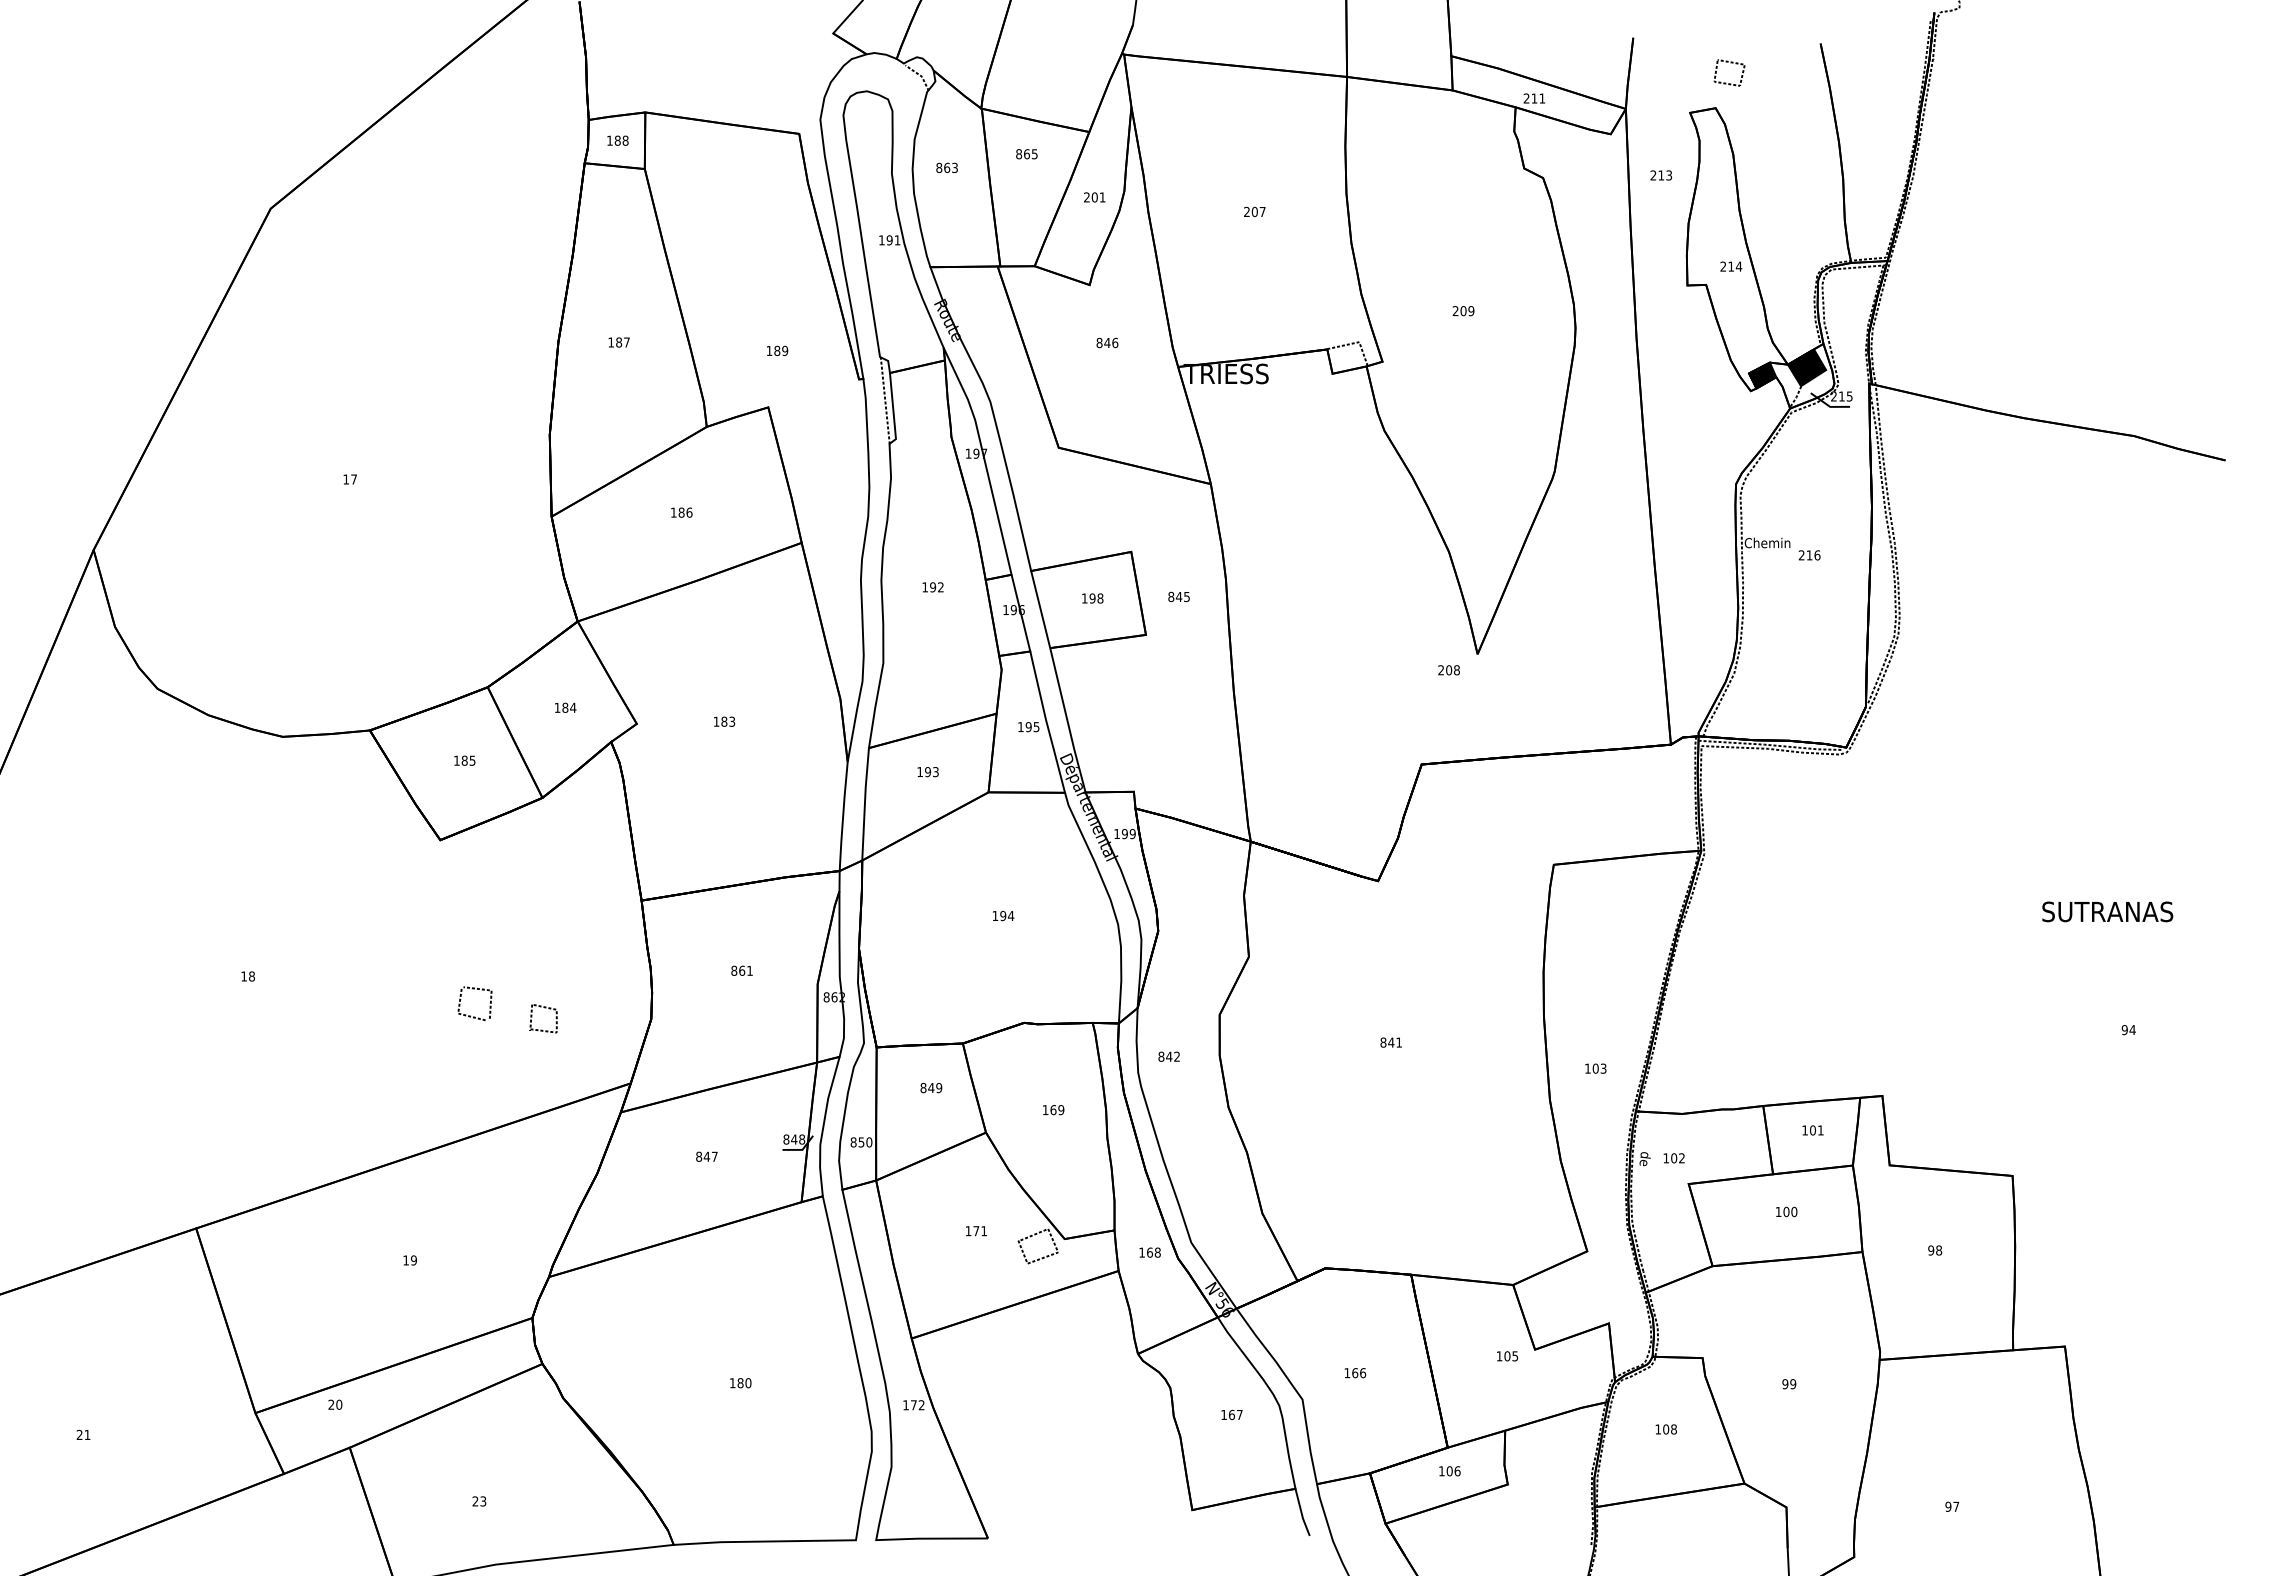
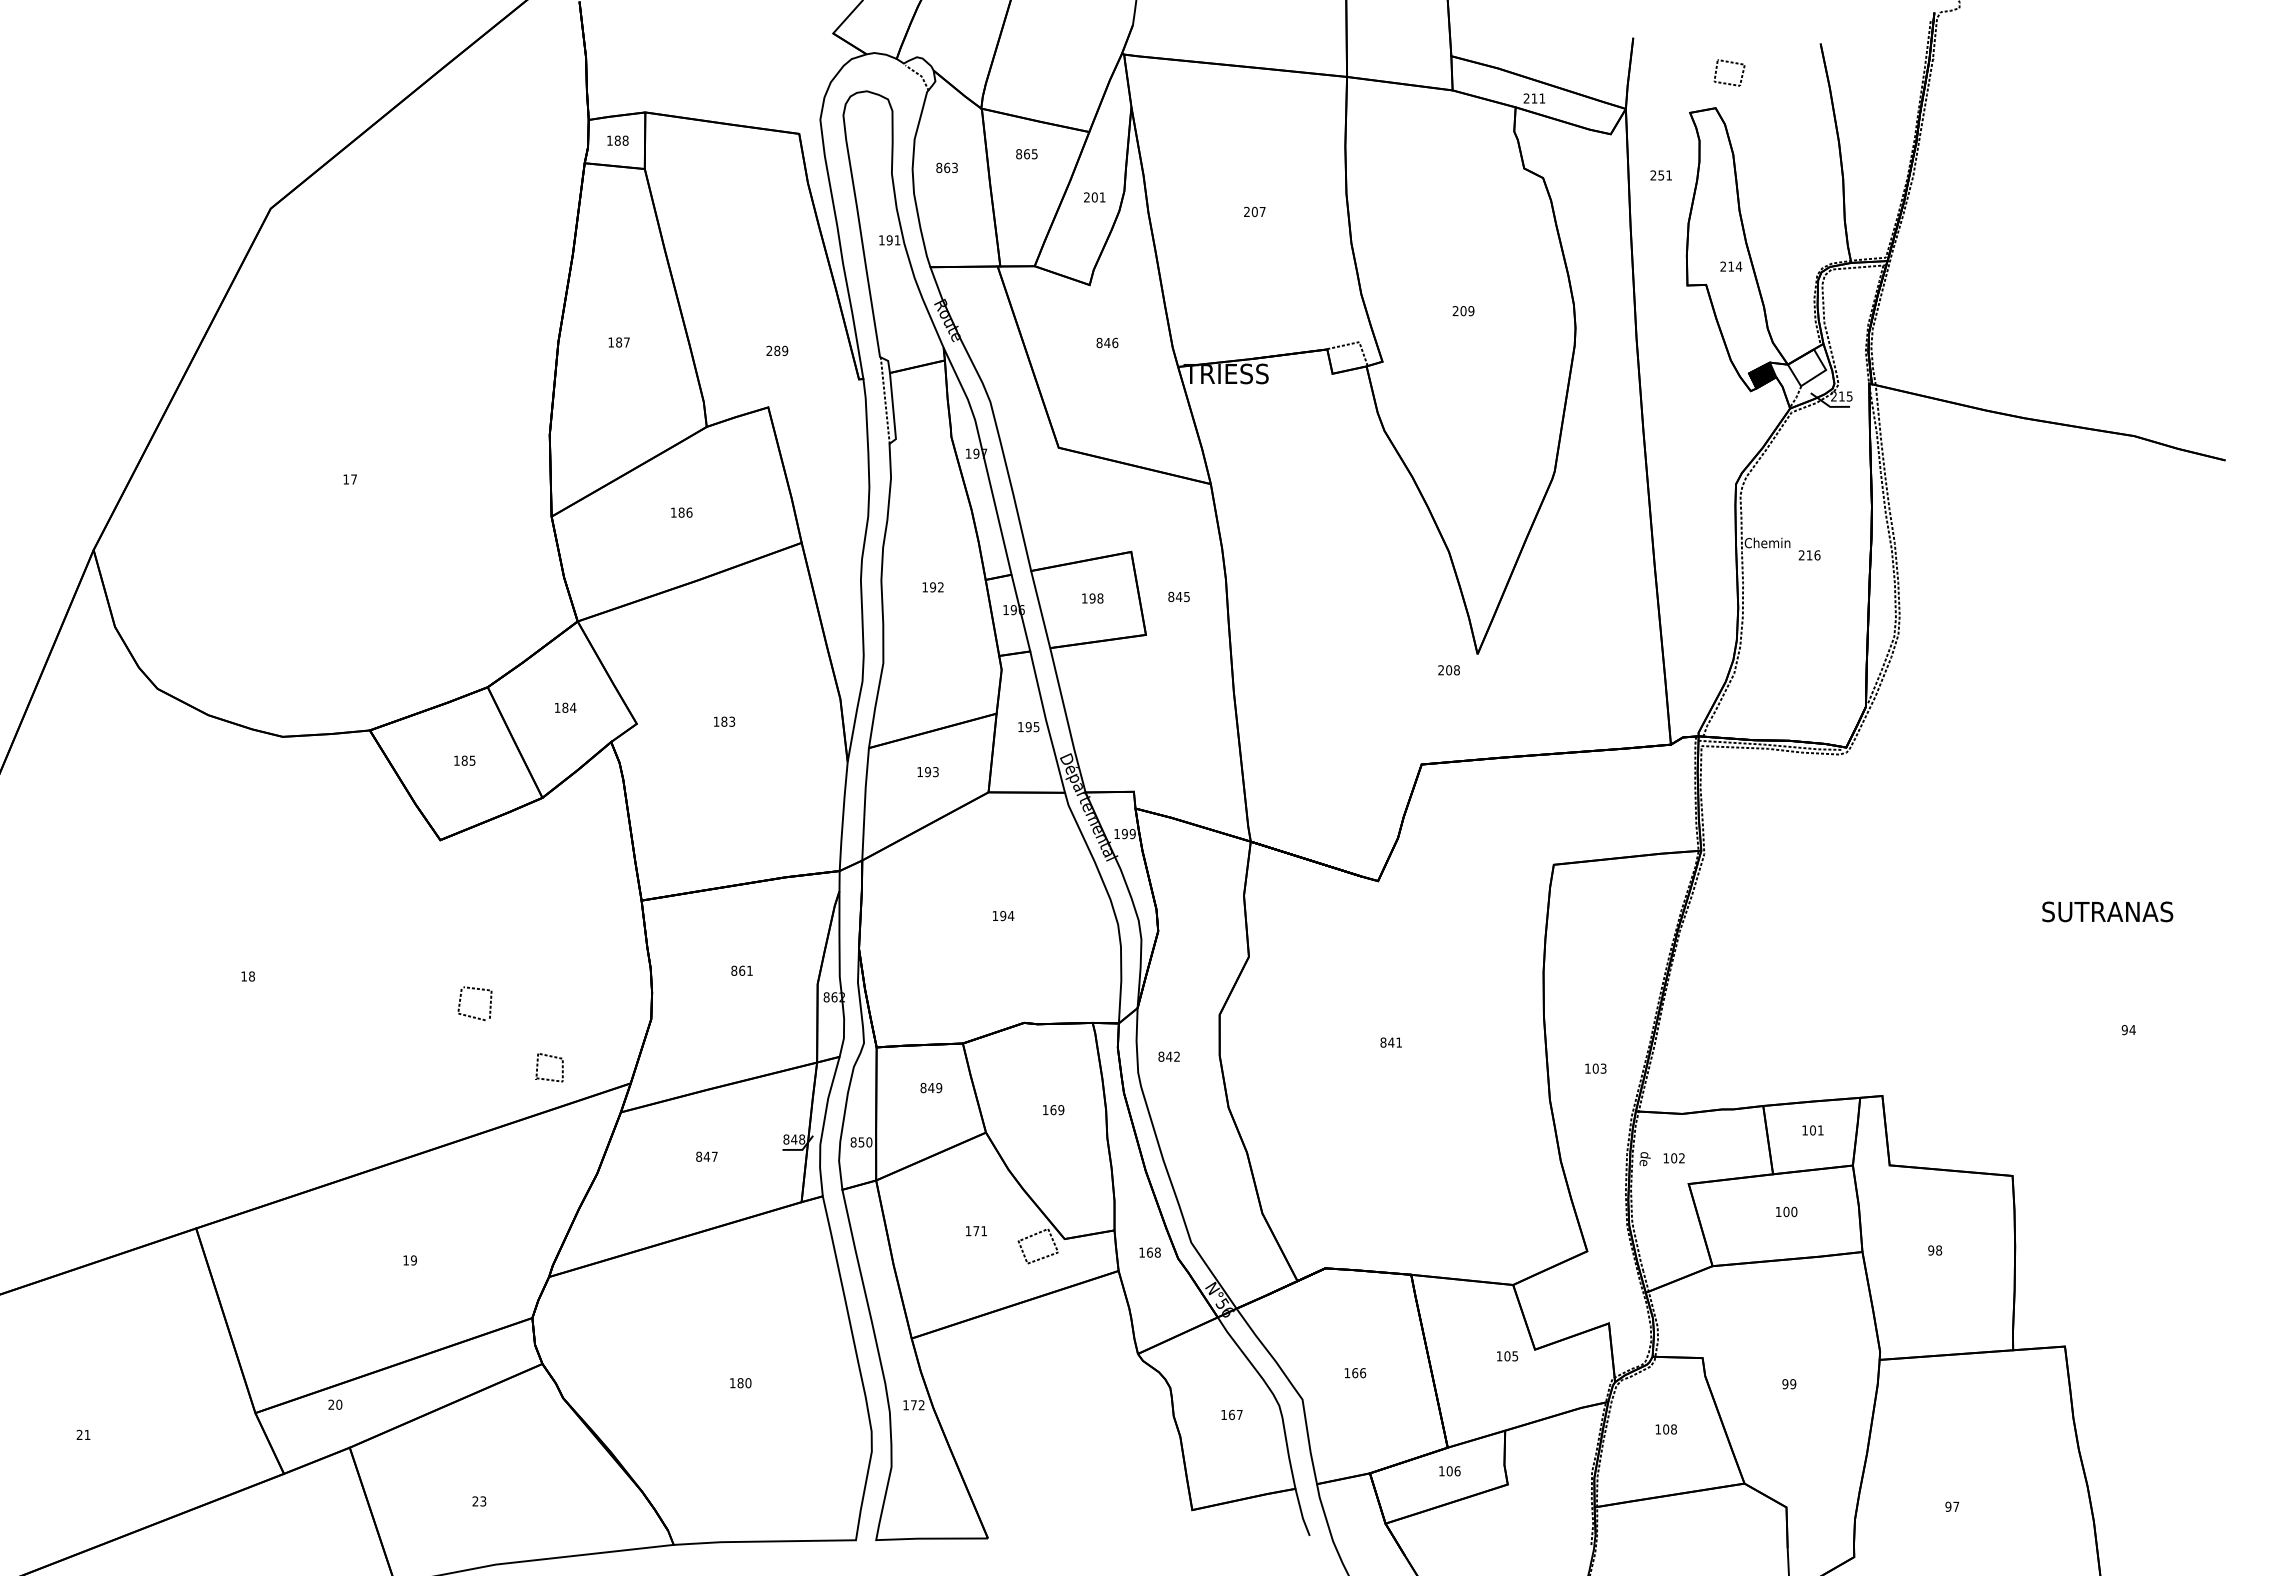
text at (1665, 175): 213 -> 251
text at (769, 350): 189 -> 289
fill at (1806, 367): present -> none
part at (544, 1008) position: (544, 1008) -> (550, 1057)
